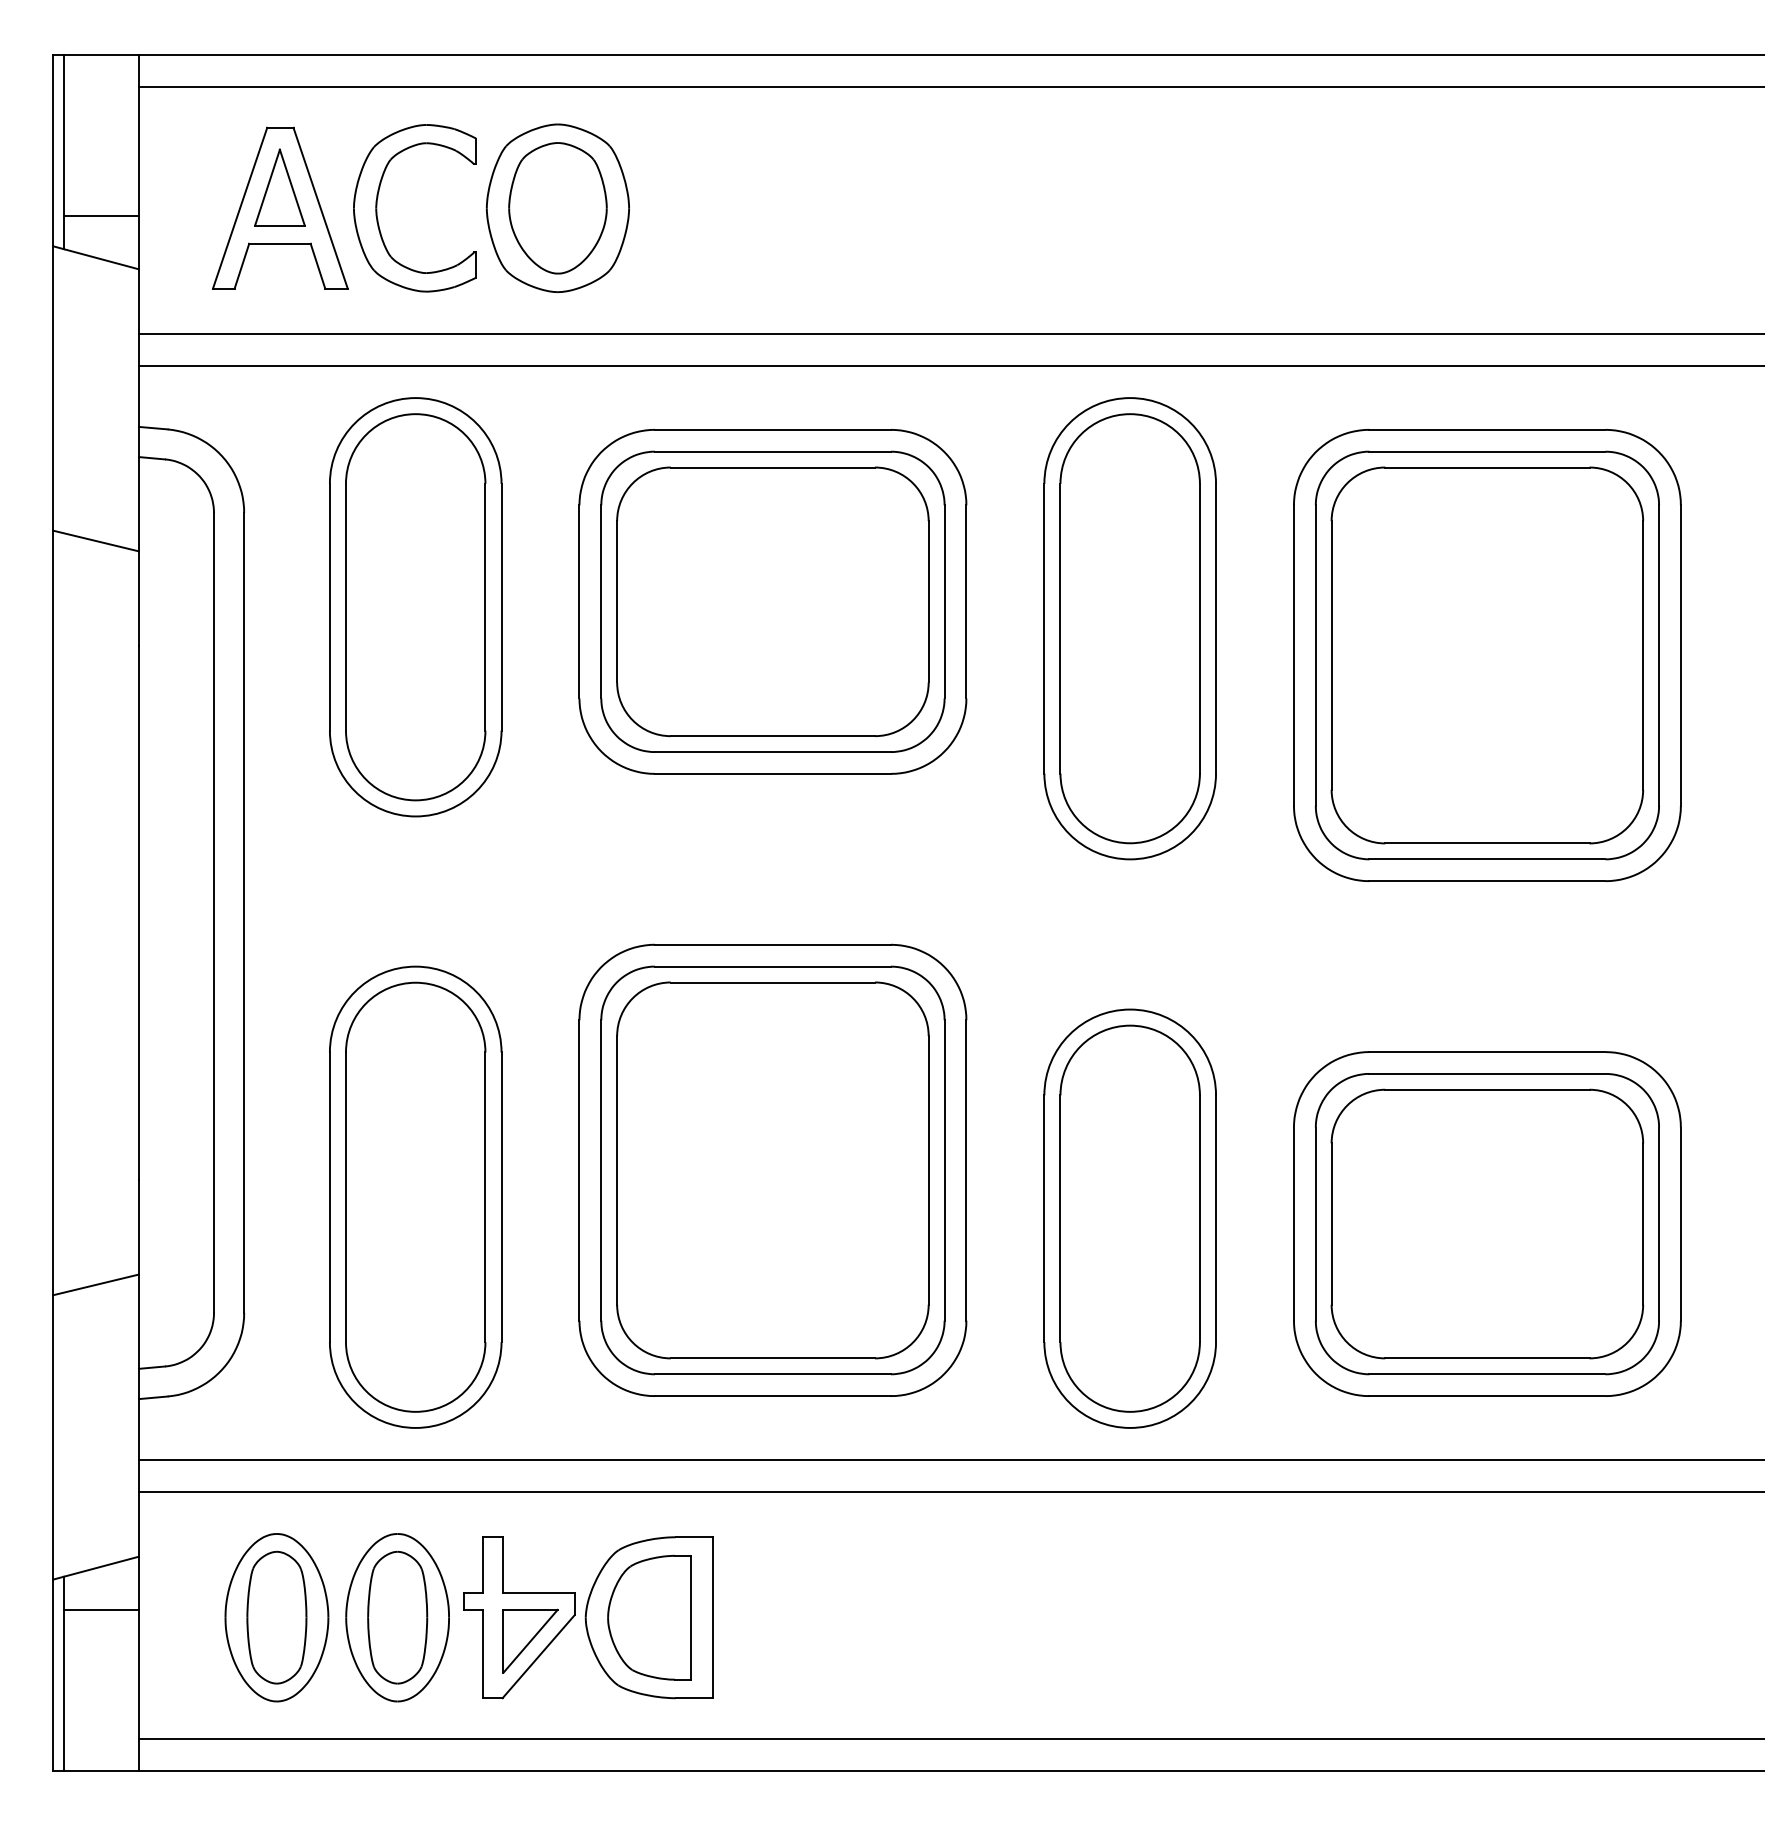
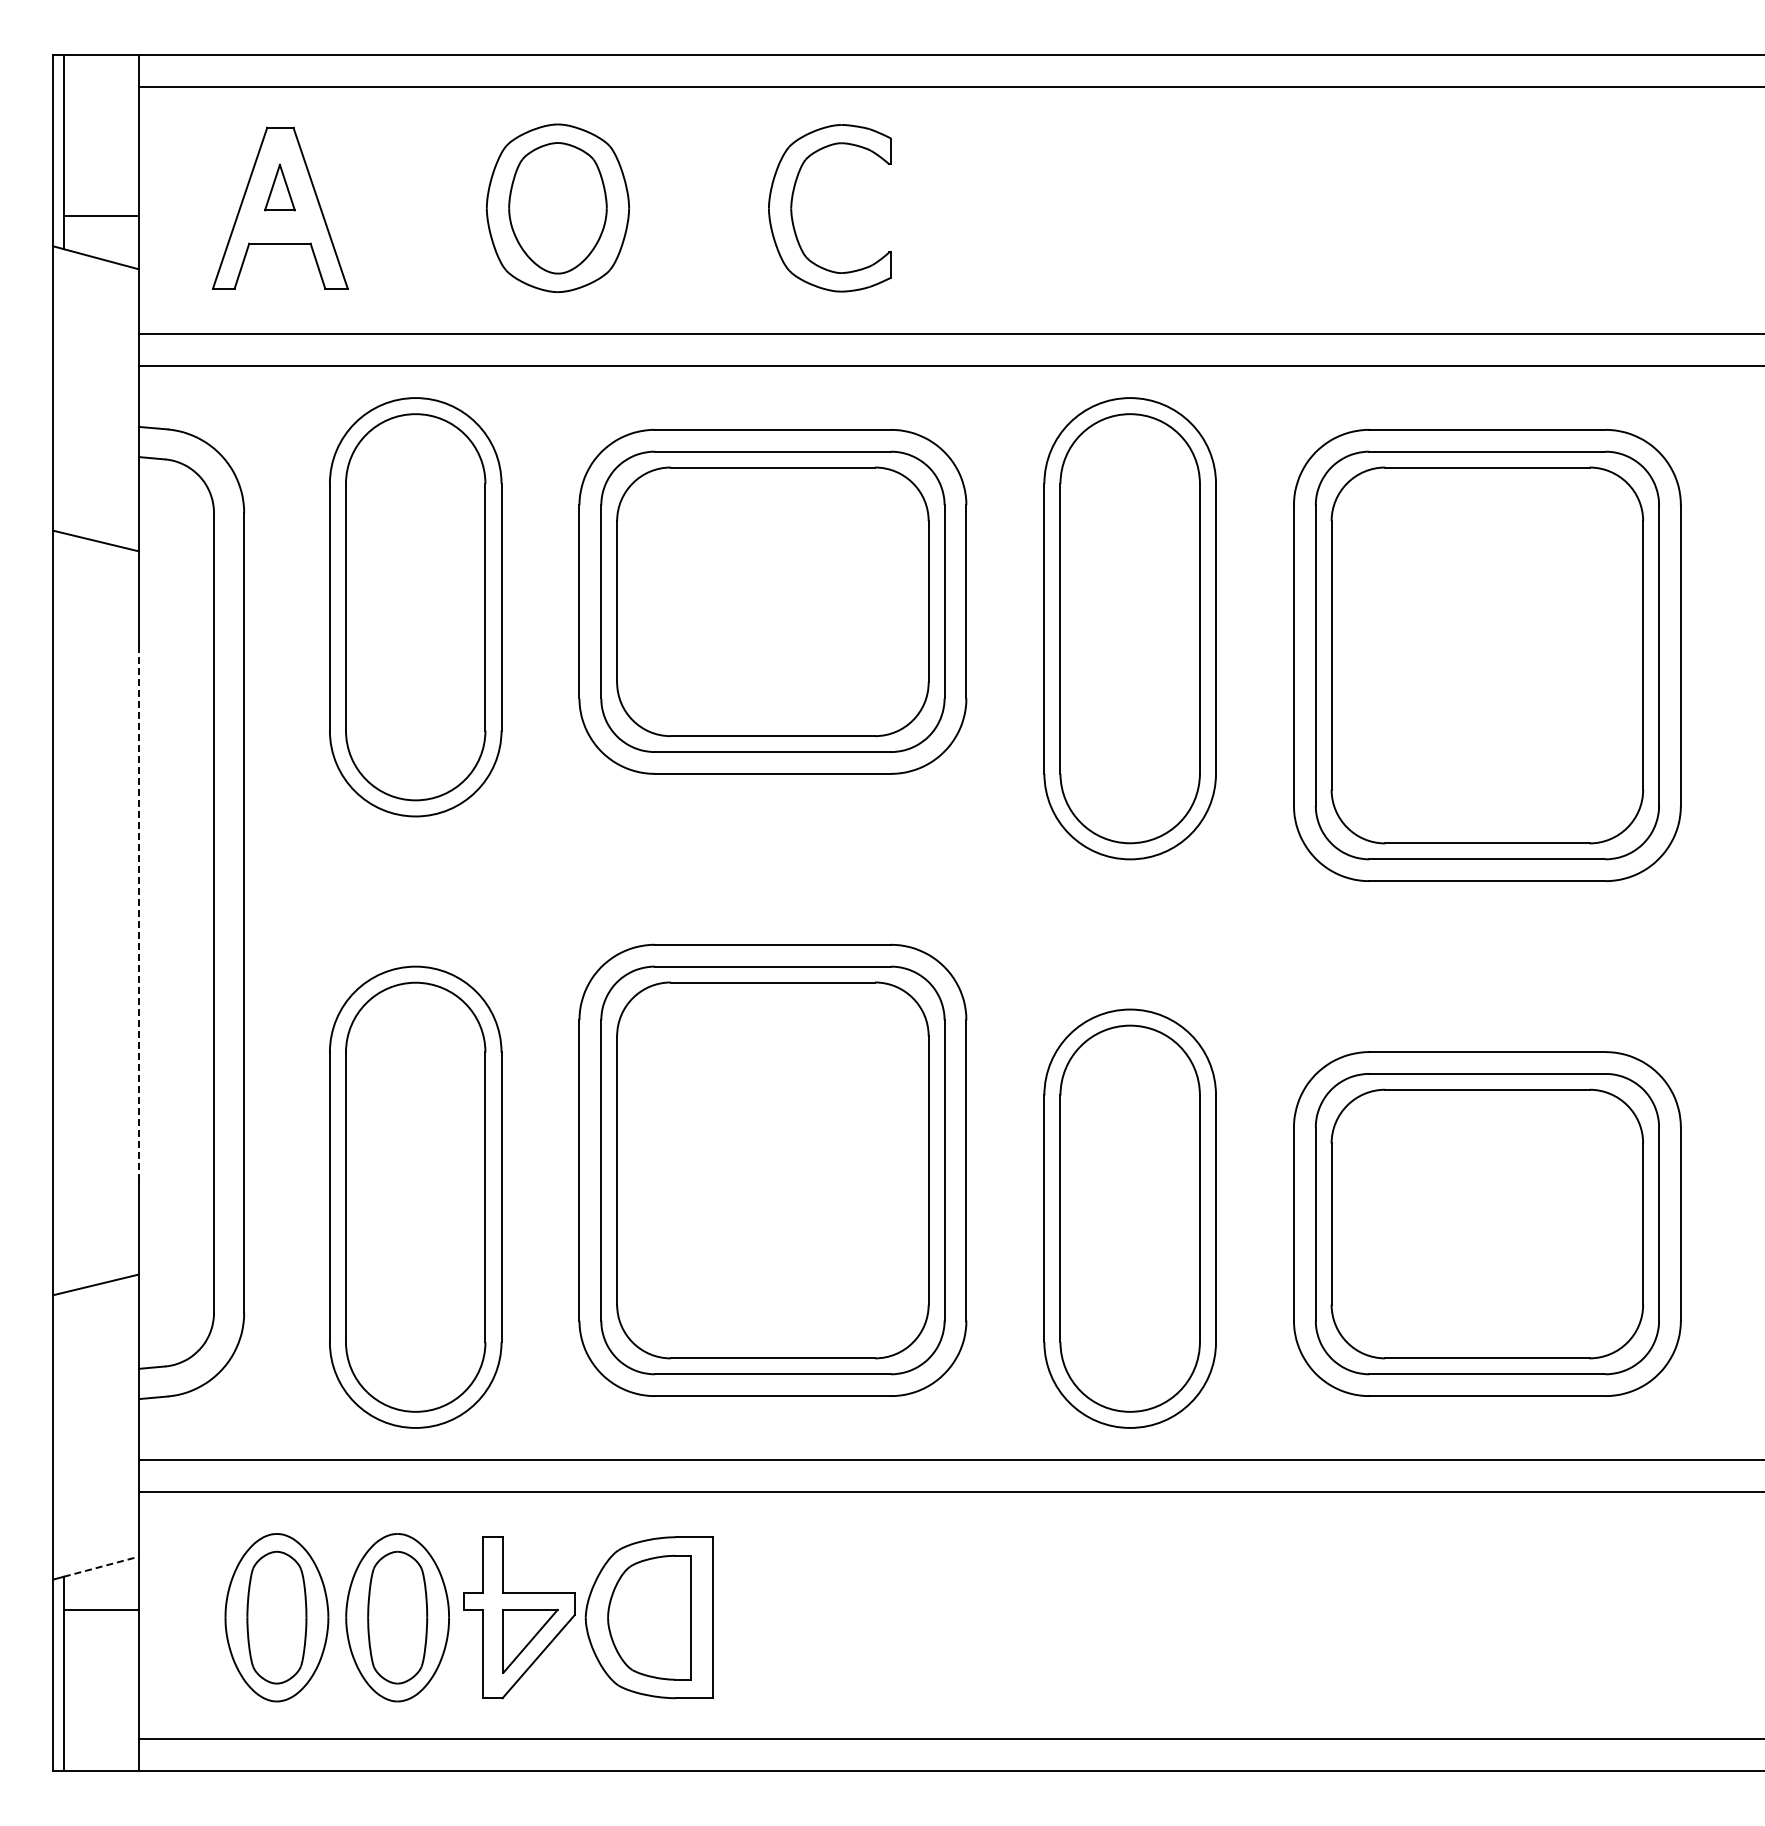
part at (279, 187) size: 52x79 px -> 32x49 px
part at (377, 208) position: (377, 208) -> (792, 208)
line at (138, 912): solid -> dashed
line at (101, 1566): solid -> dashed
